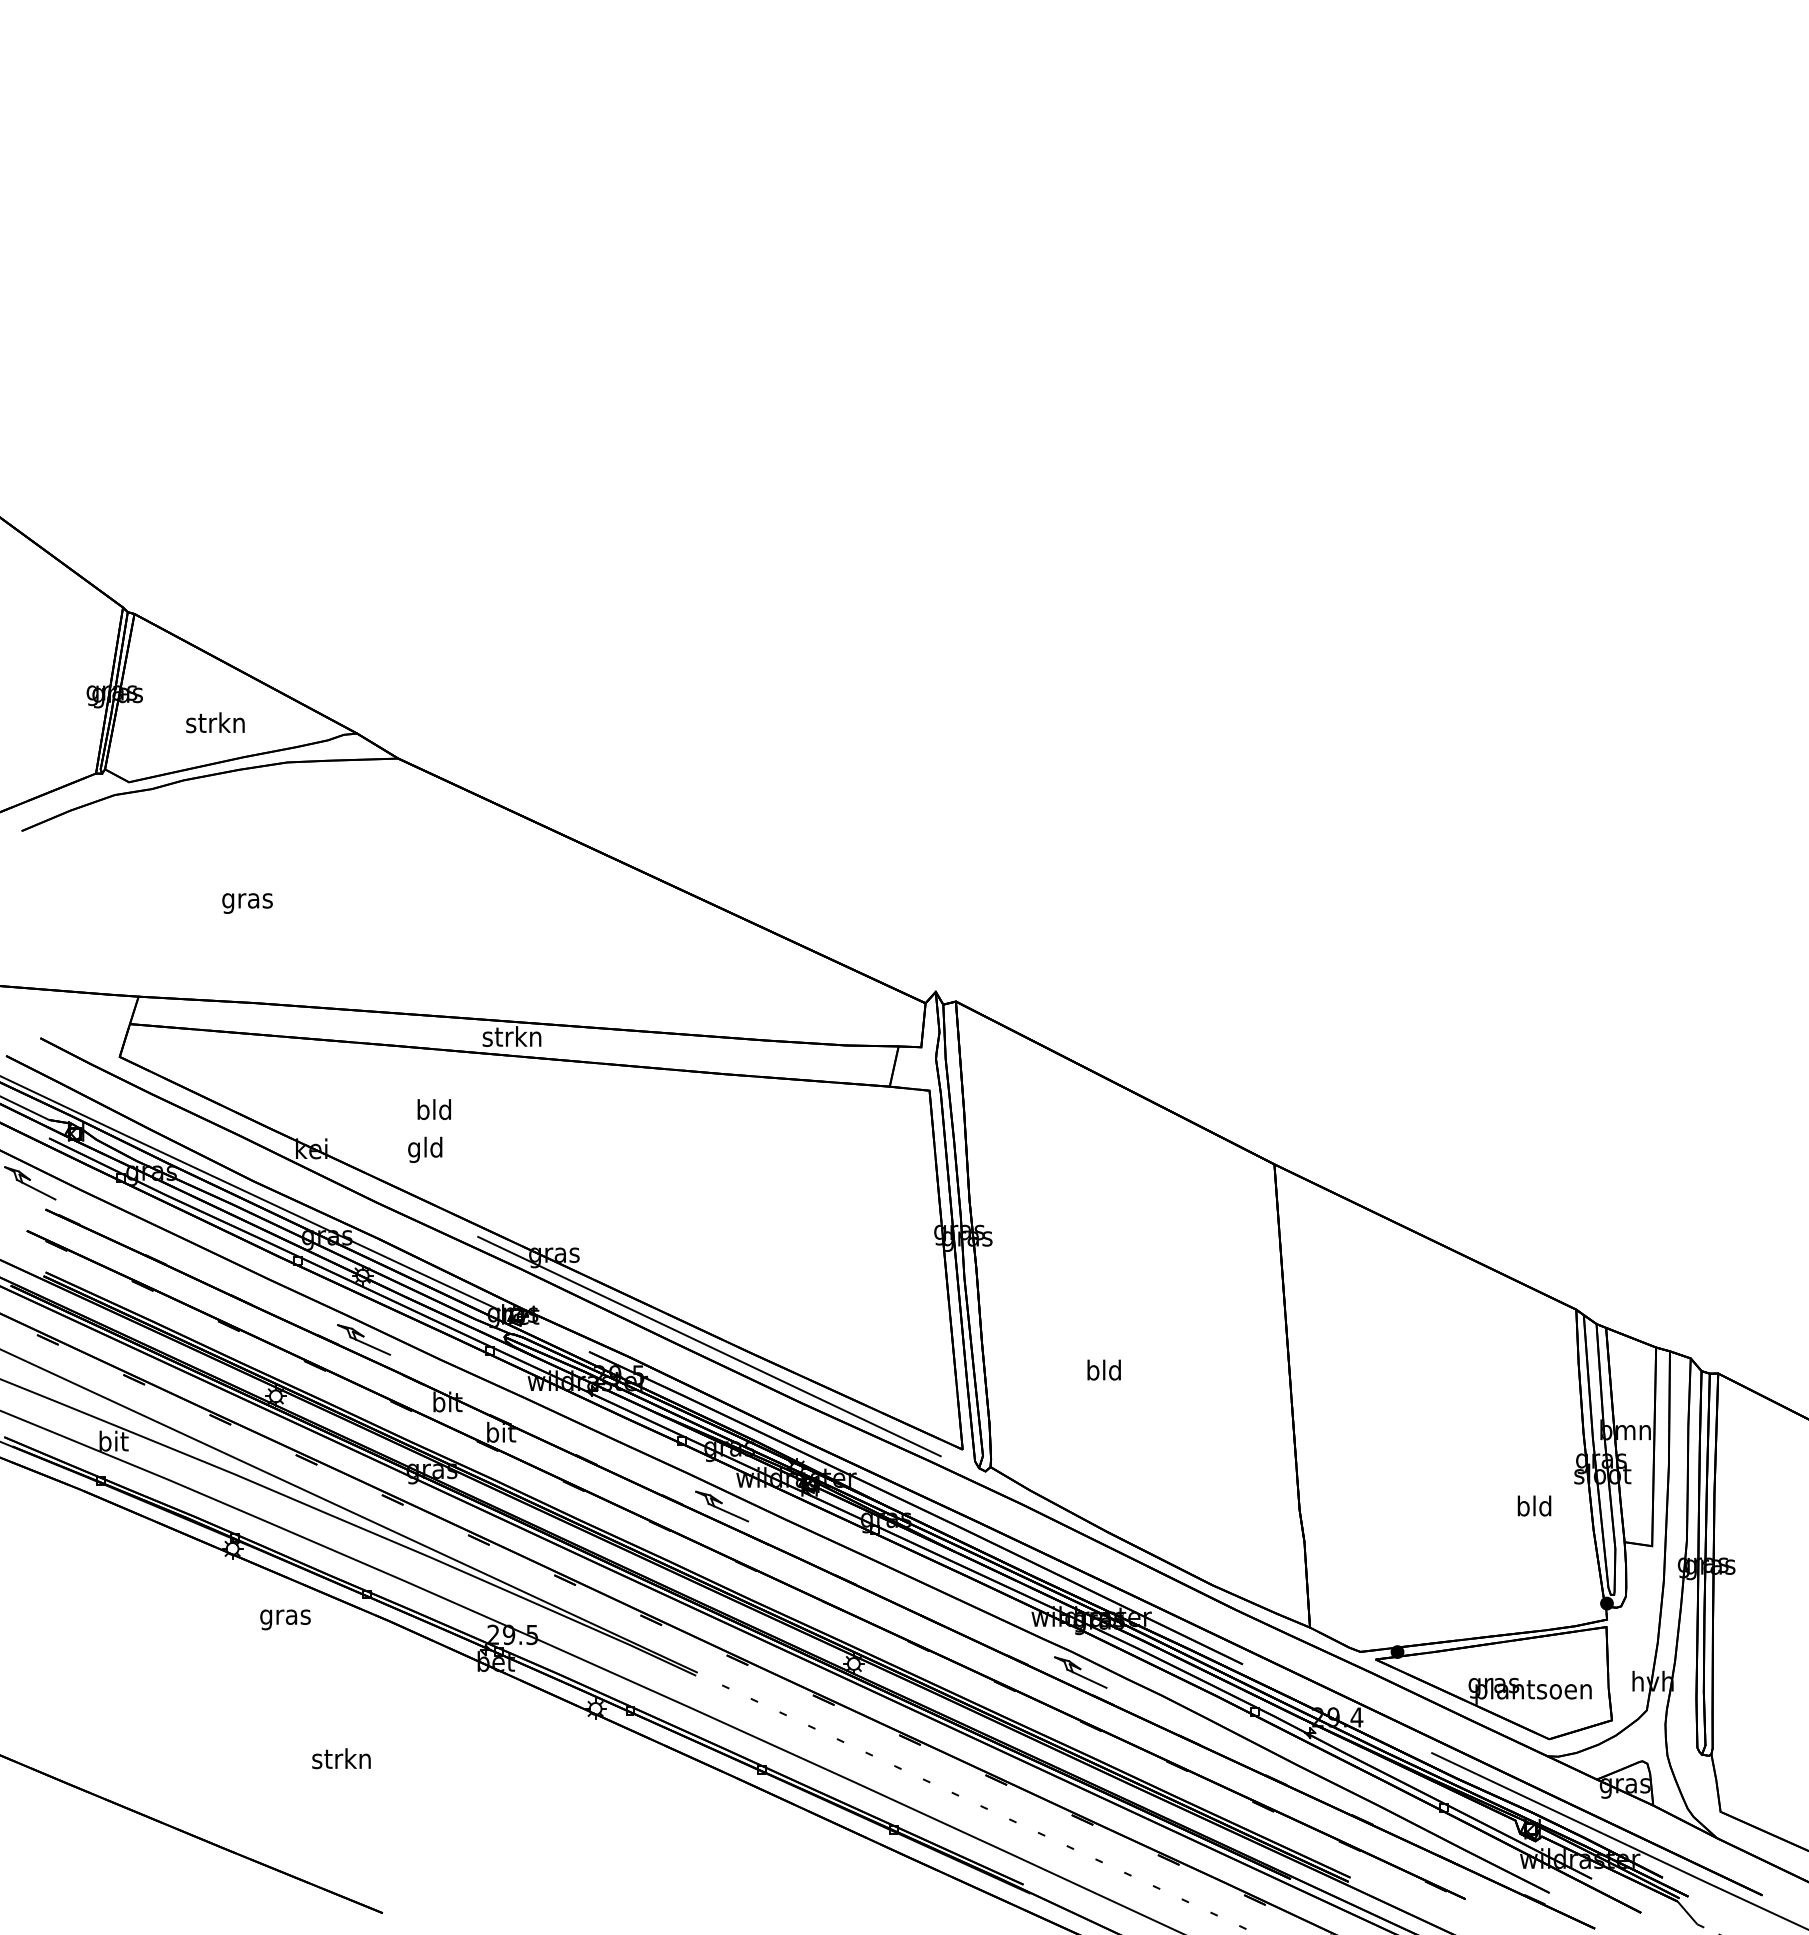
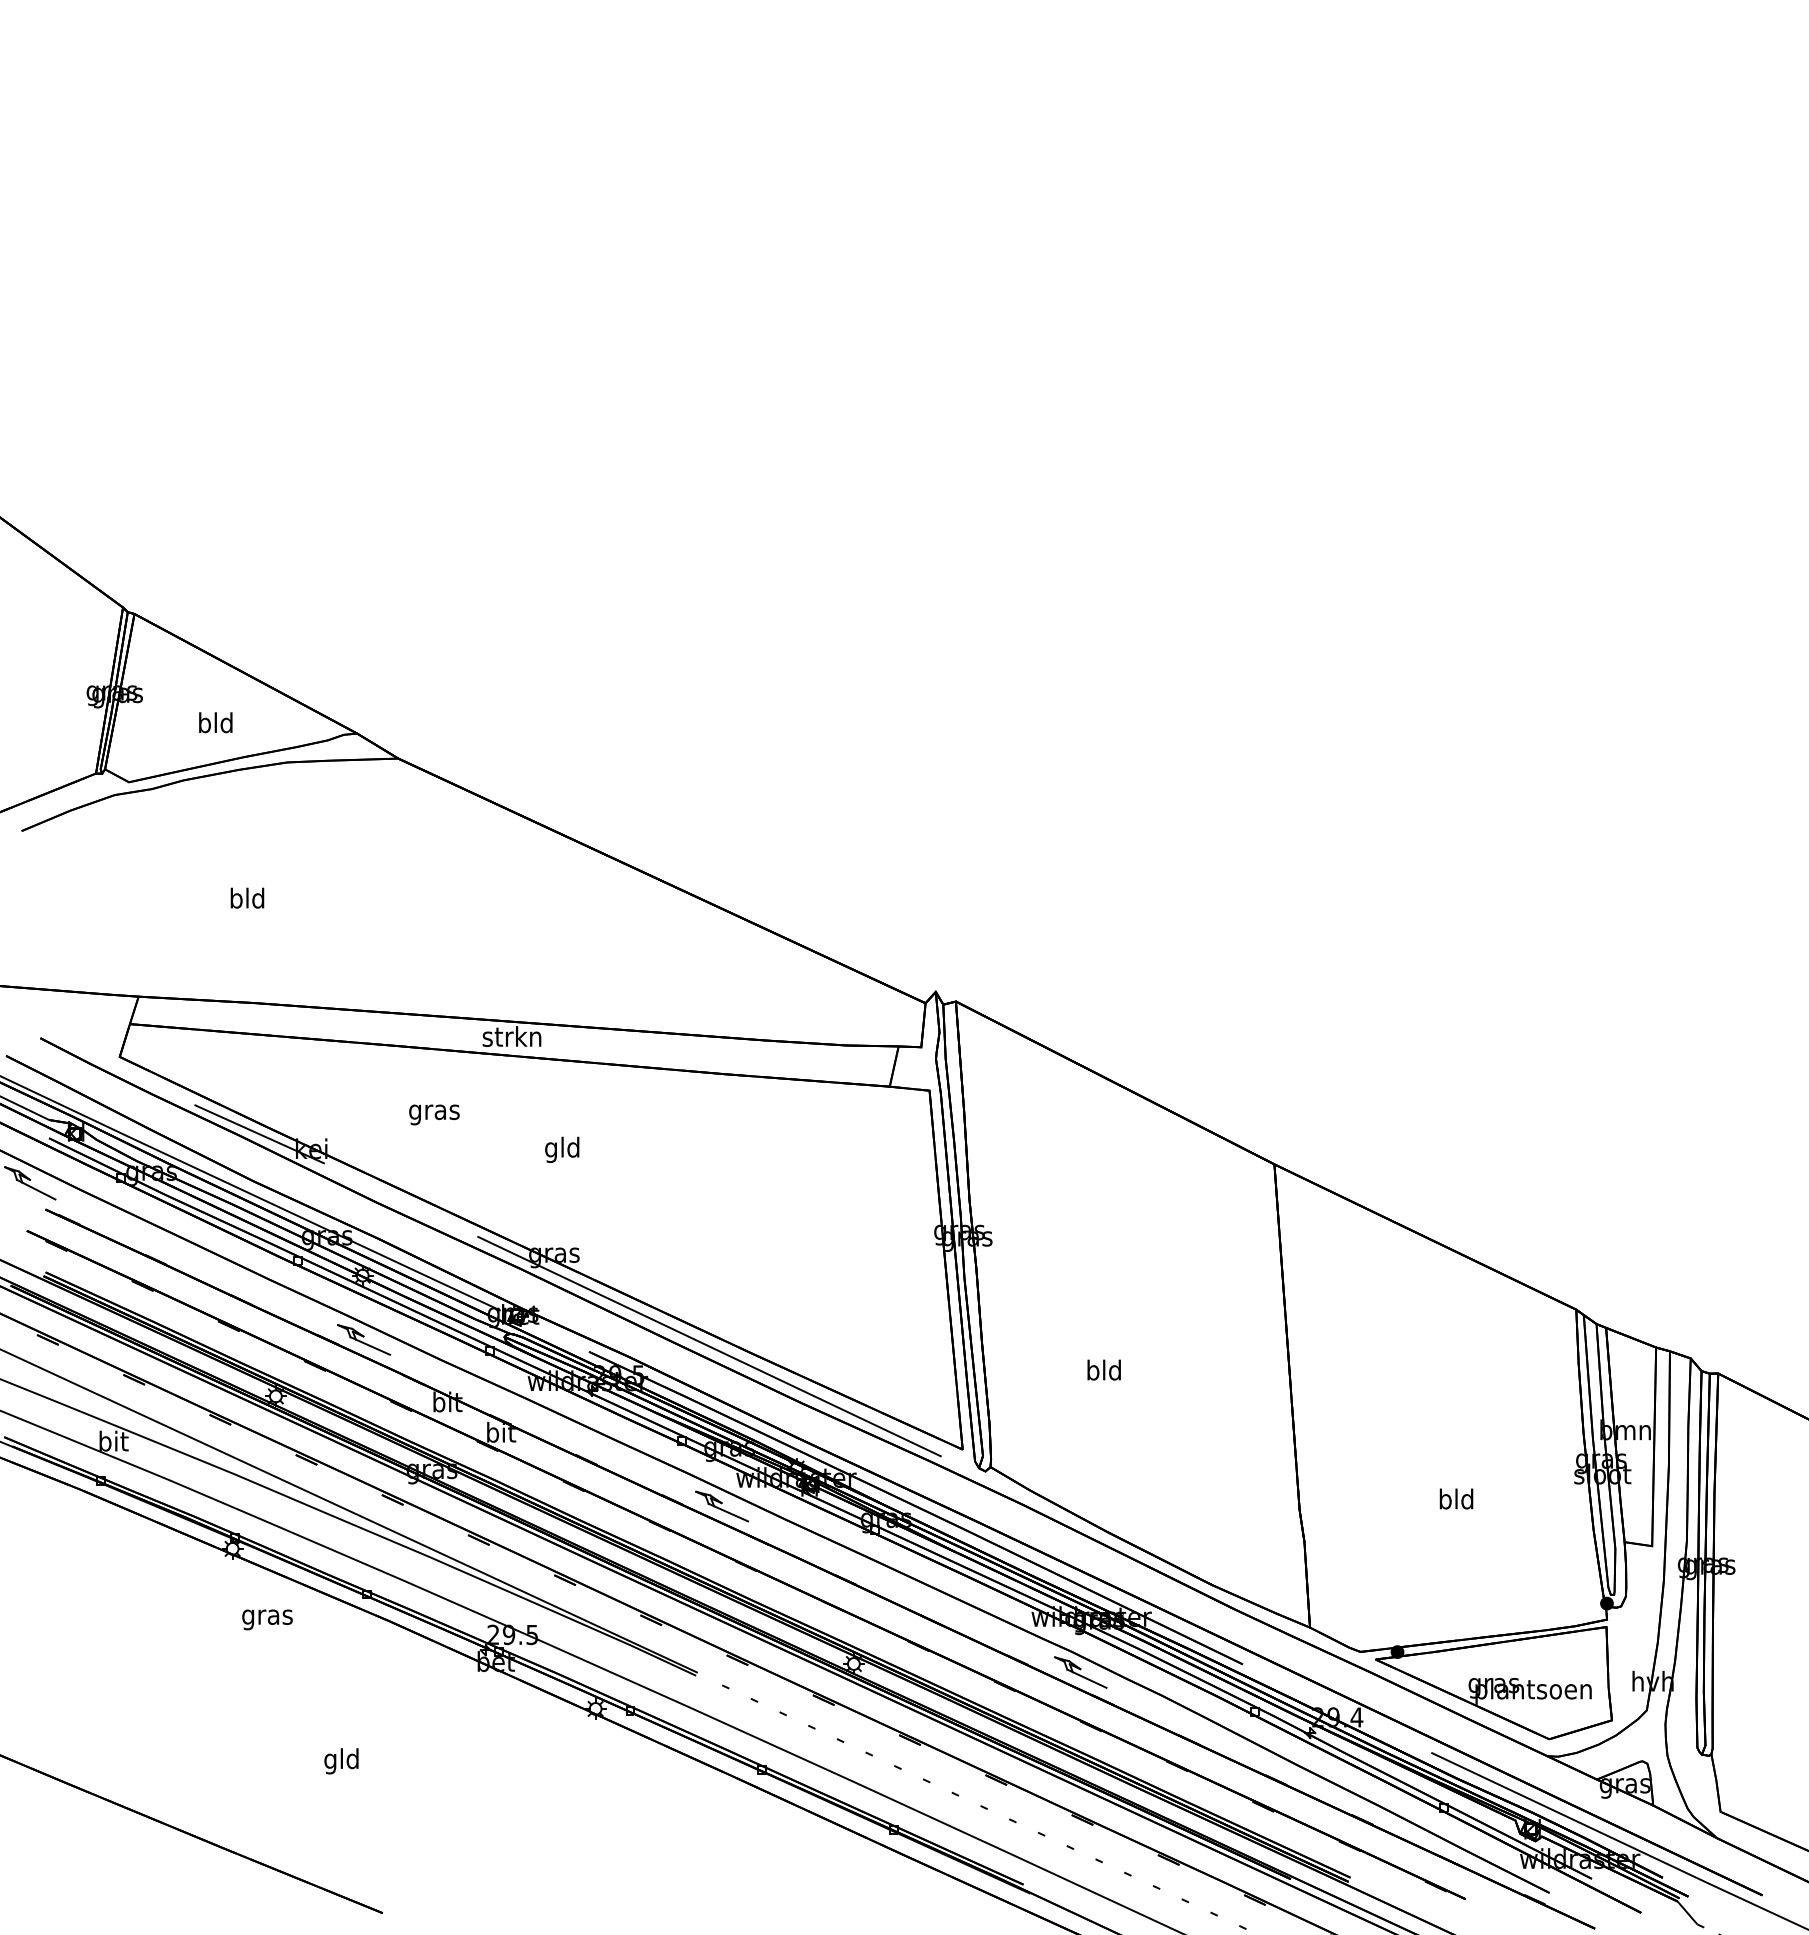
text at (215, 722): strkn -> bld
text at (247, 900): gras -> bld
text at (434, 1112): bld -> gras
line at (259, 1134): none -> present
text at (425, 1149) position: (425, 1149) -> (562, 1149)
text at (1534, 1505) position: (1534, 1505) -> (1456, 1498)
text at (285, 1619) position: (285, 1619) -> (267, 1619)
text at (341, 1761): strkn -> gld
